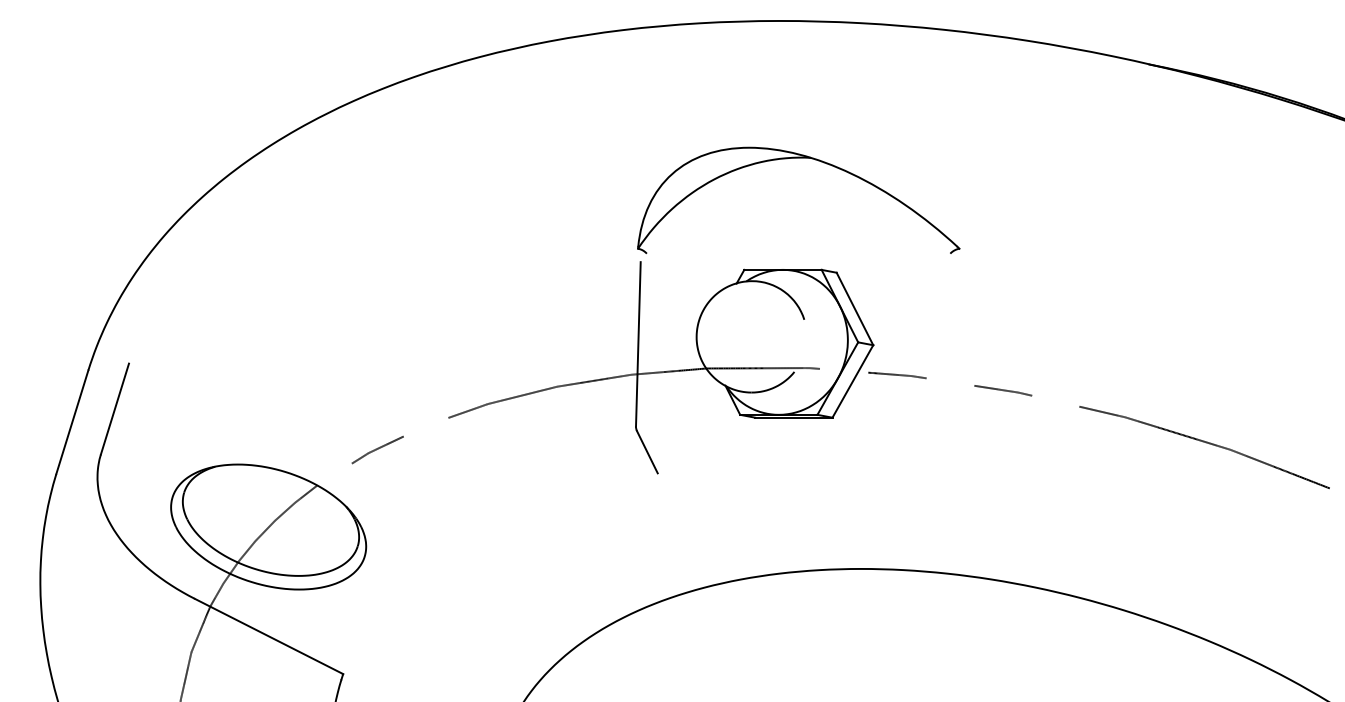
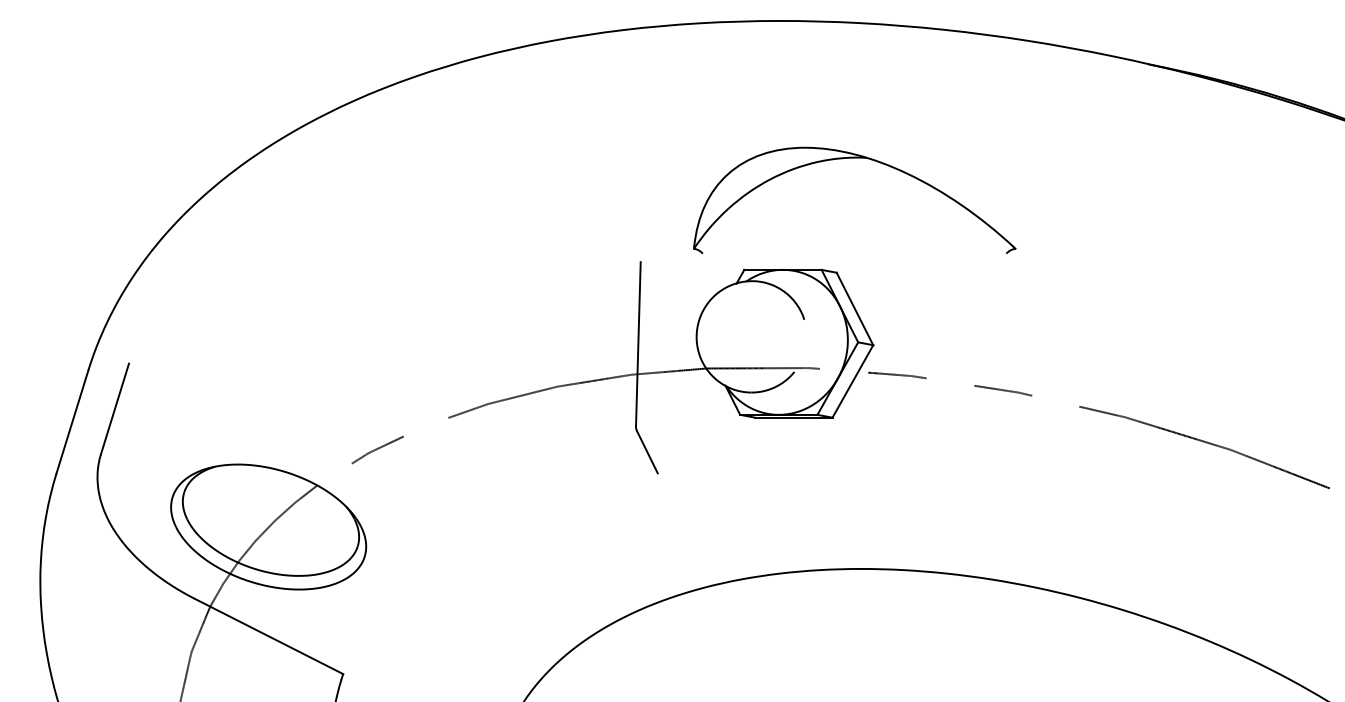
part at (798, 158) position: (798, 158) -> (854, 158)
